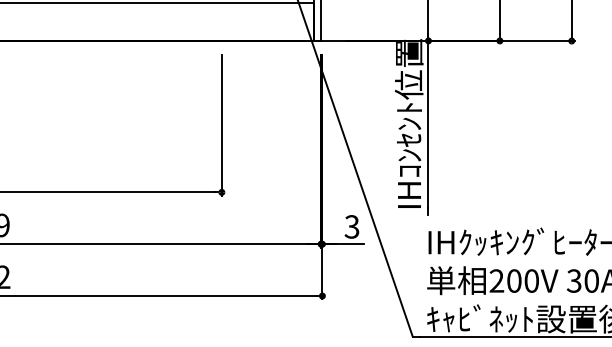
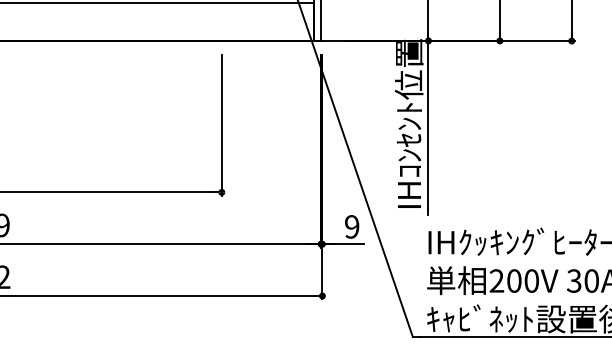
text at (351, 226): 3 -> 9
